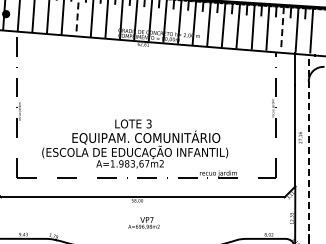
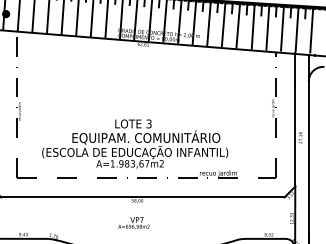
line at (77, 18): dashed -> solid
line at (282, 28): dashed -> solid
line at (308, 149): dashed -> solid
text at (143, 222) position: (143, 222) -> (133, 222)
